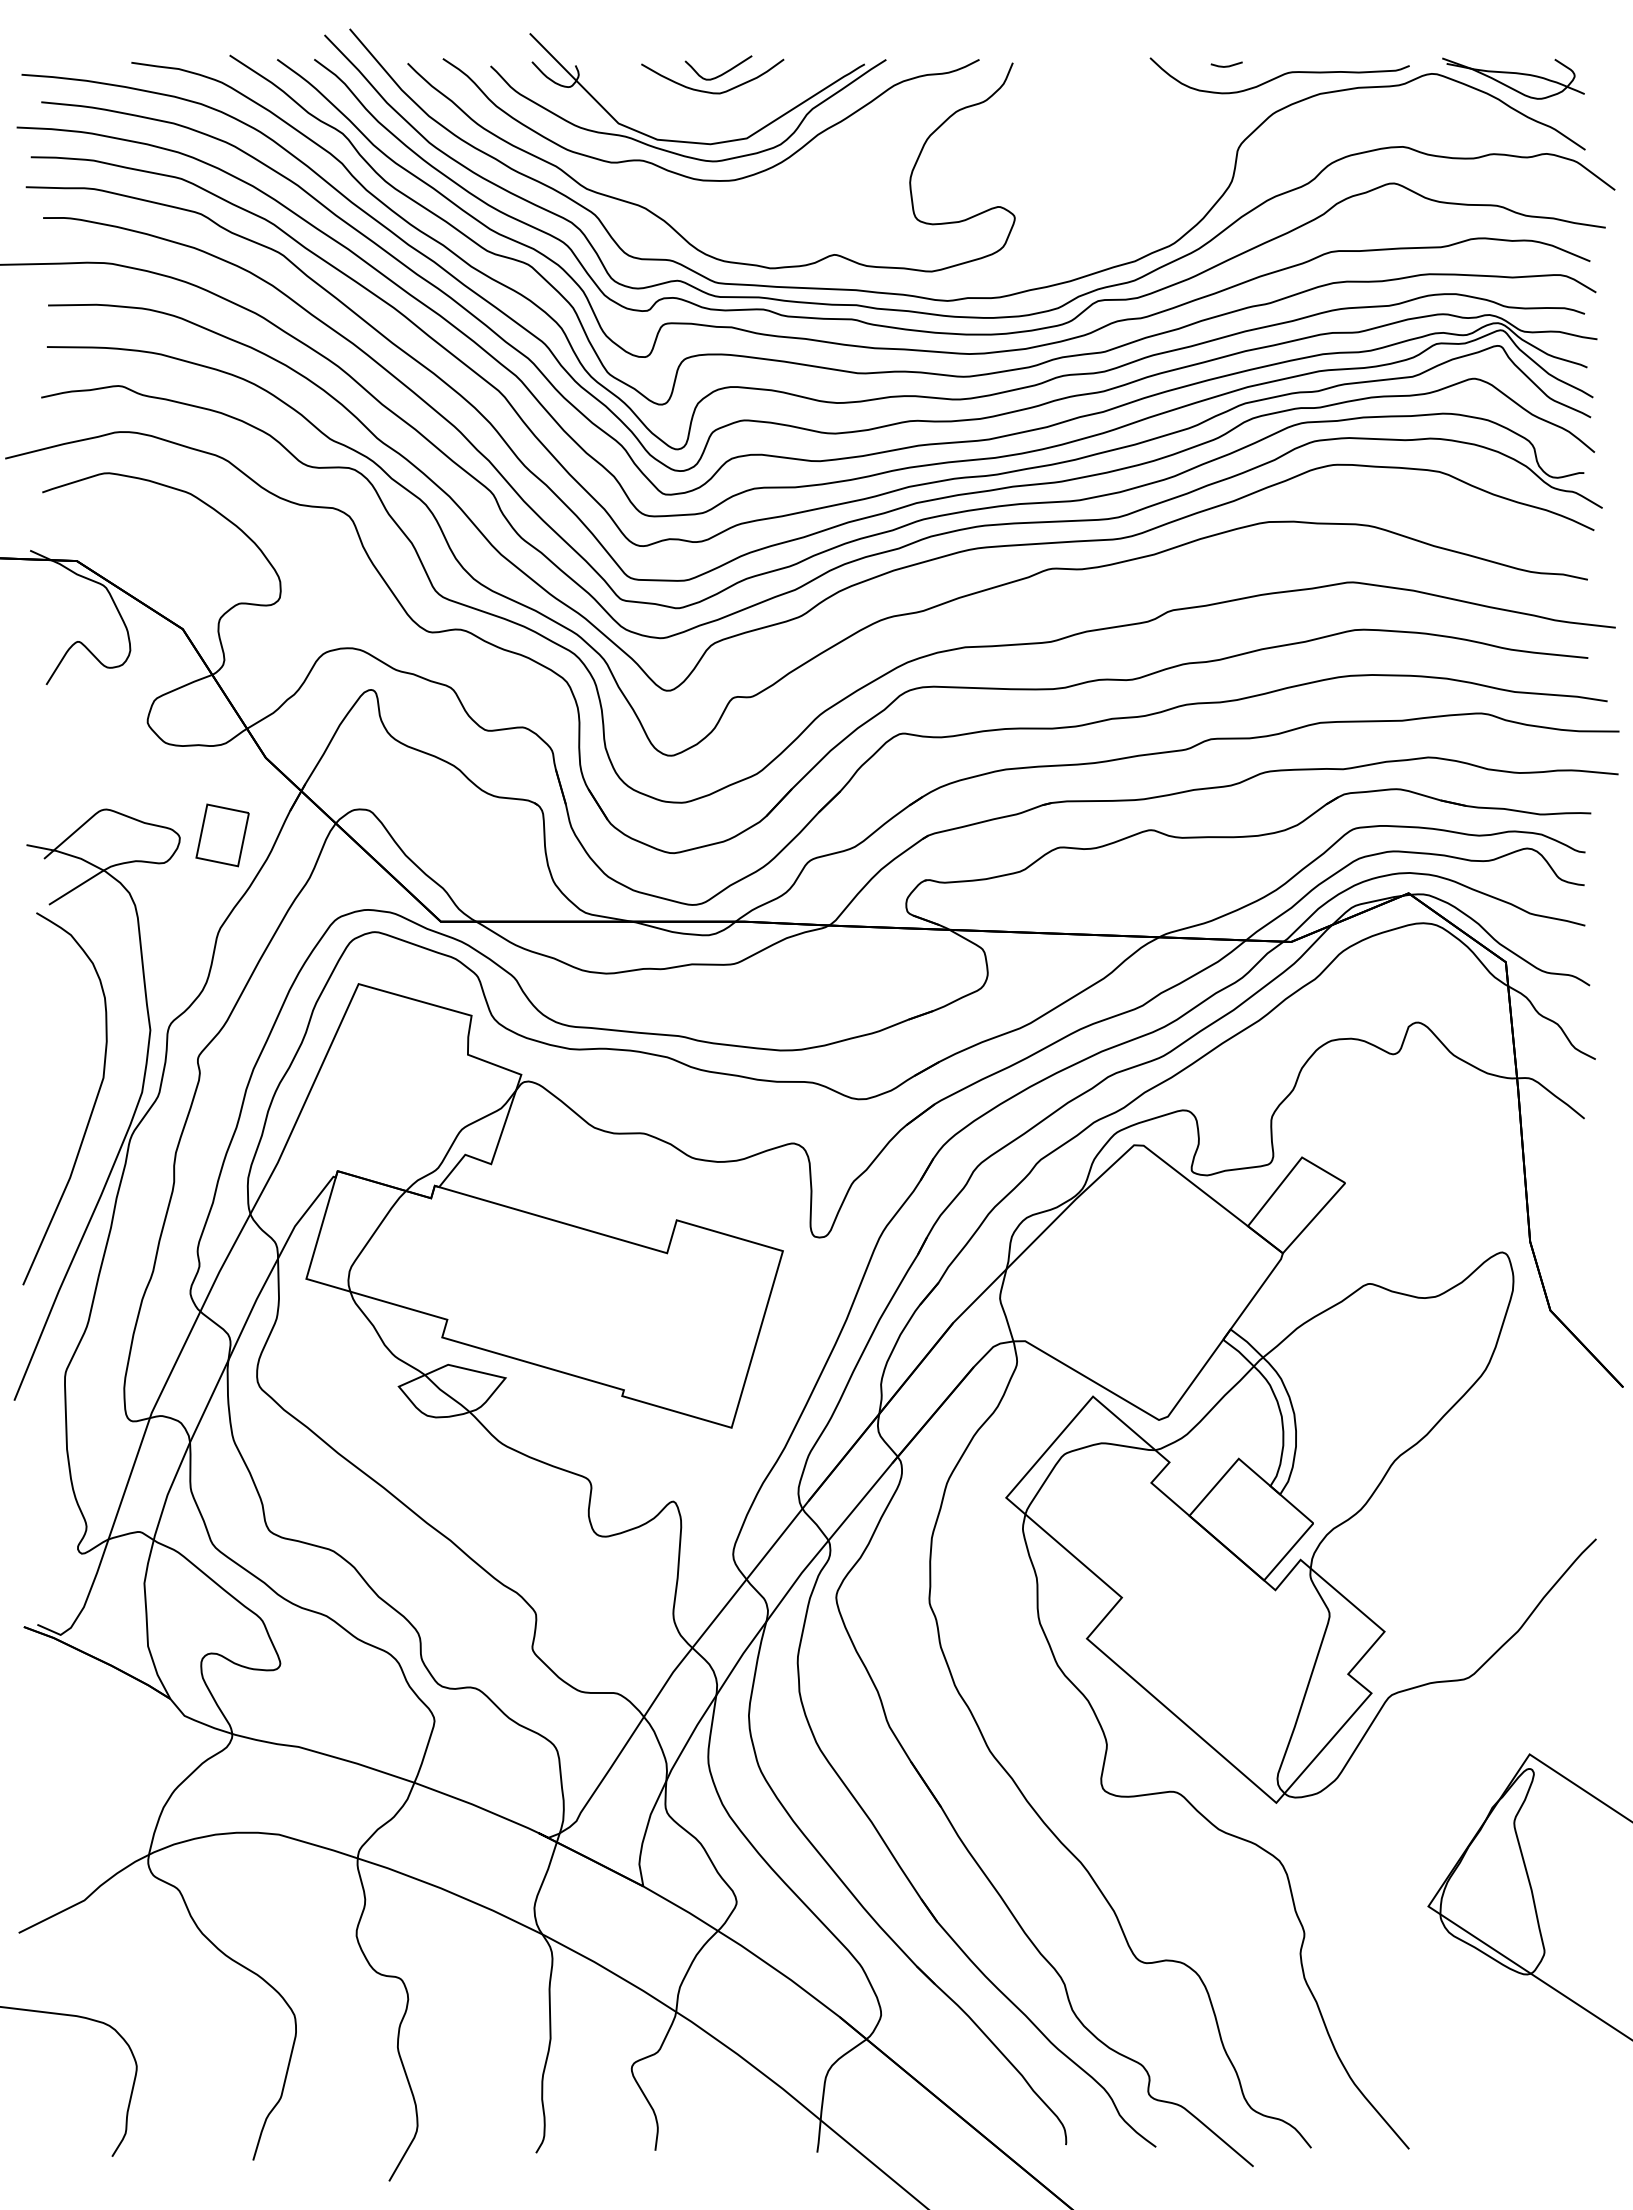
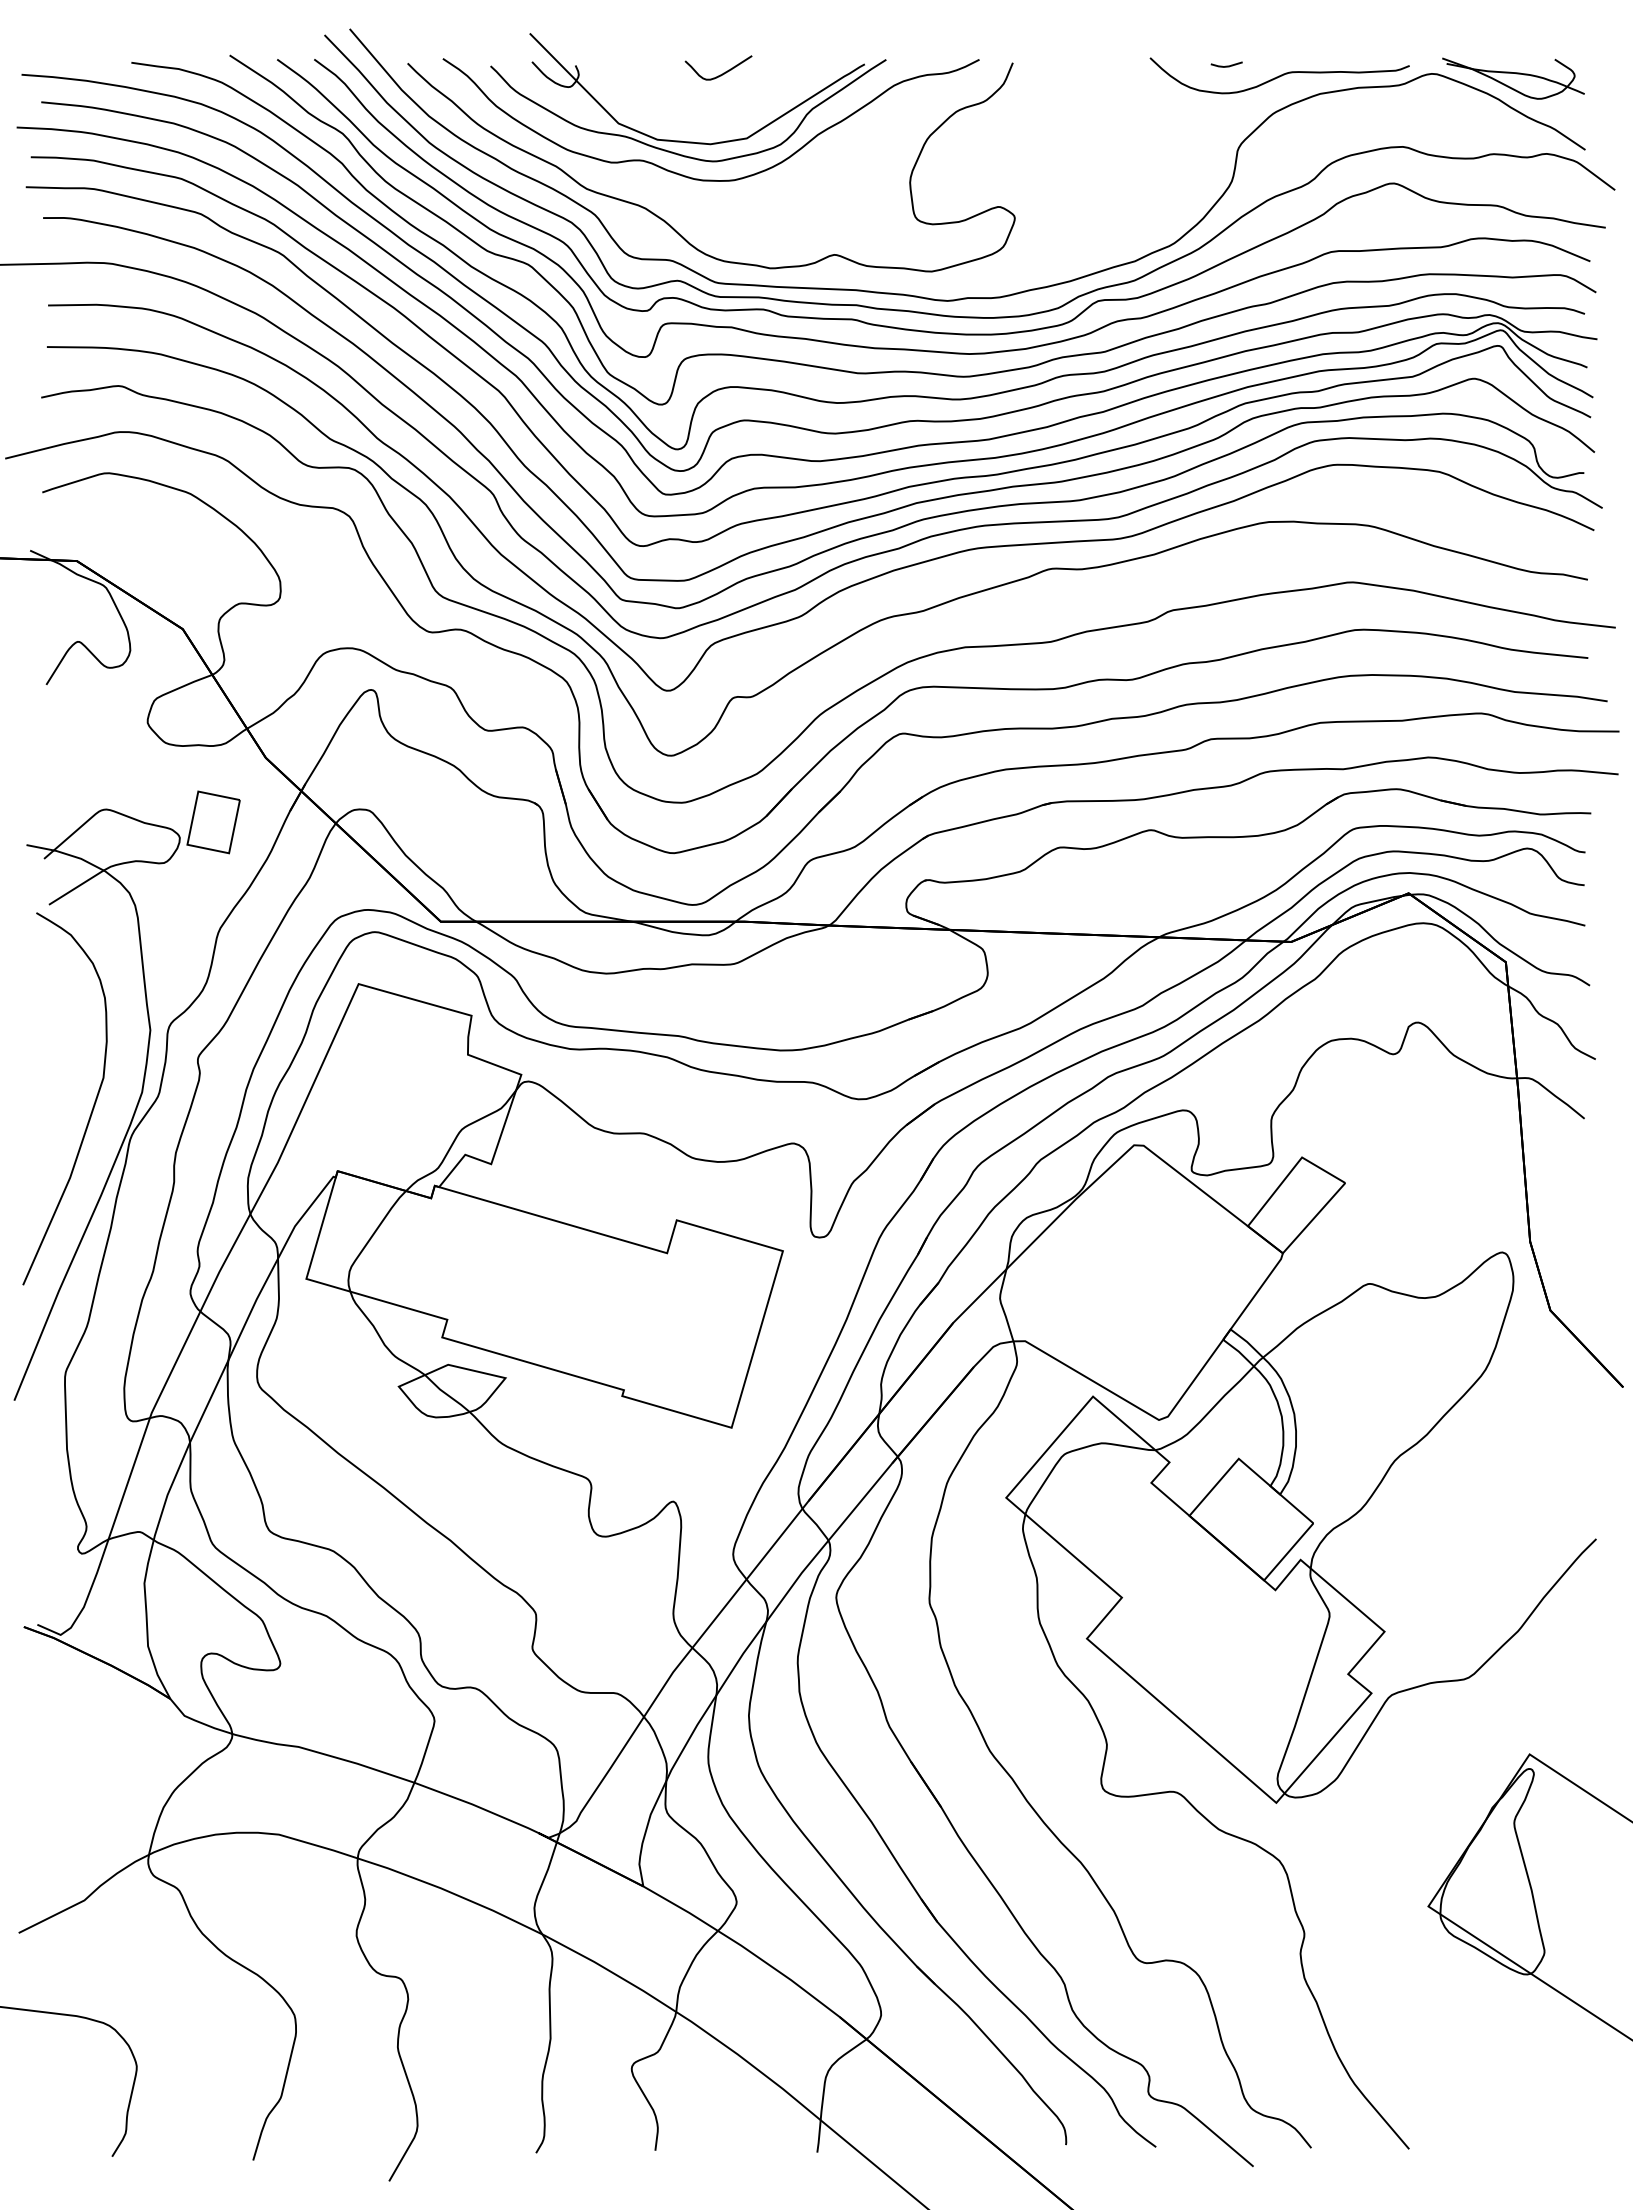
curve at (710, 91): present -> none
part at (222, 835) position: (222, 835) -> (213, 822)
